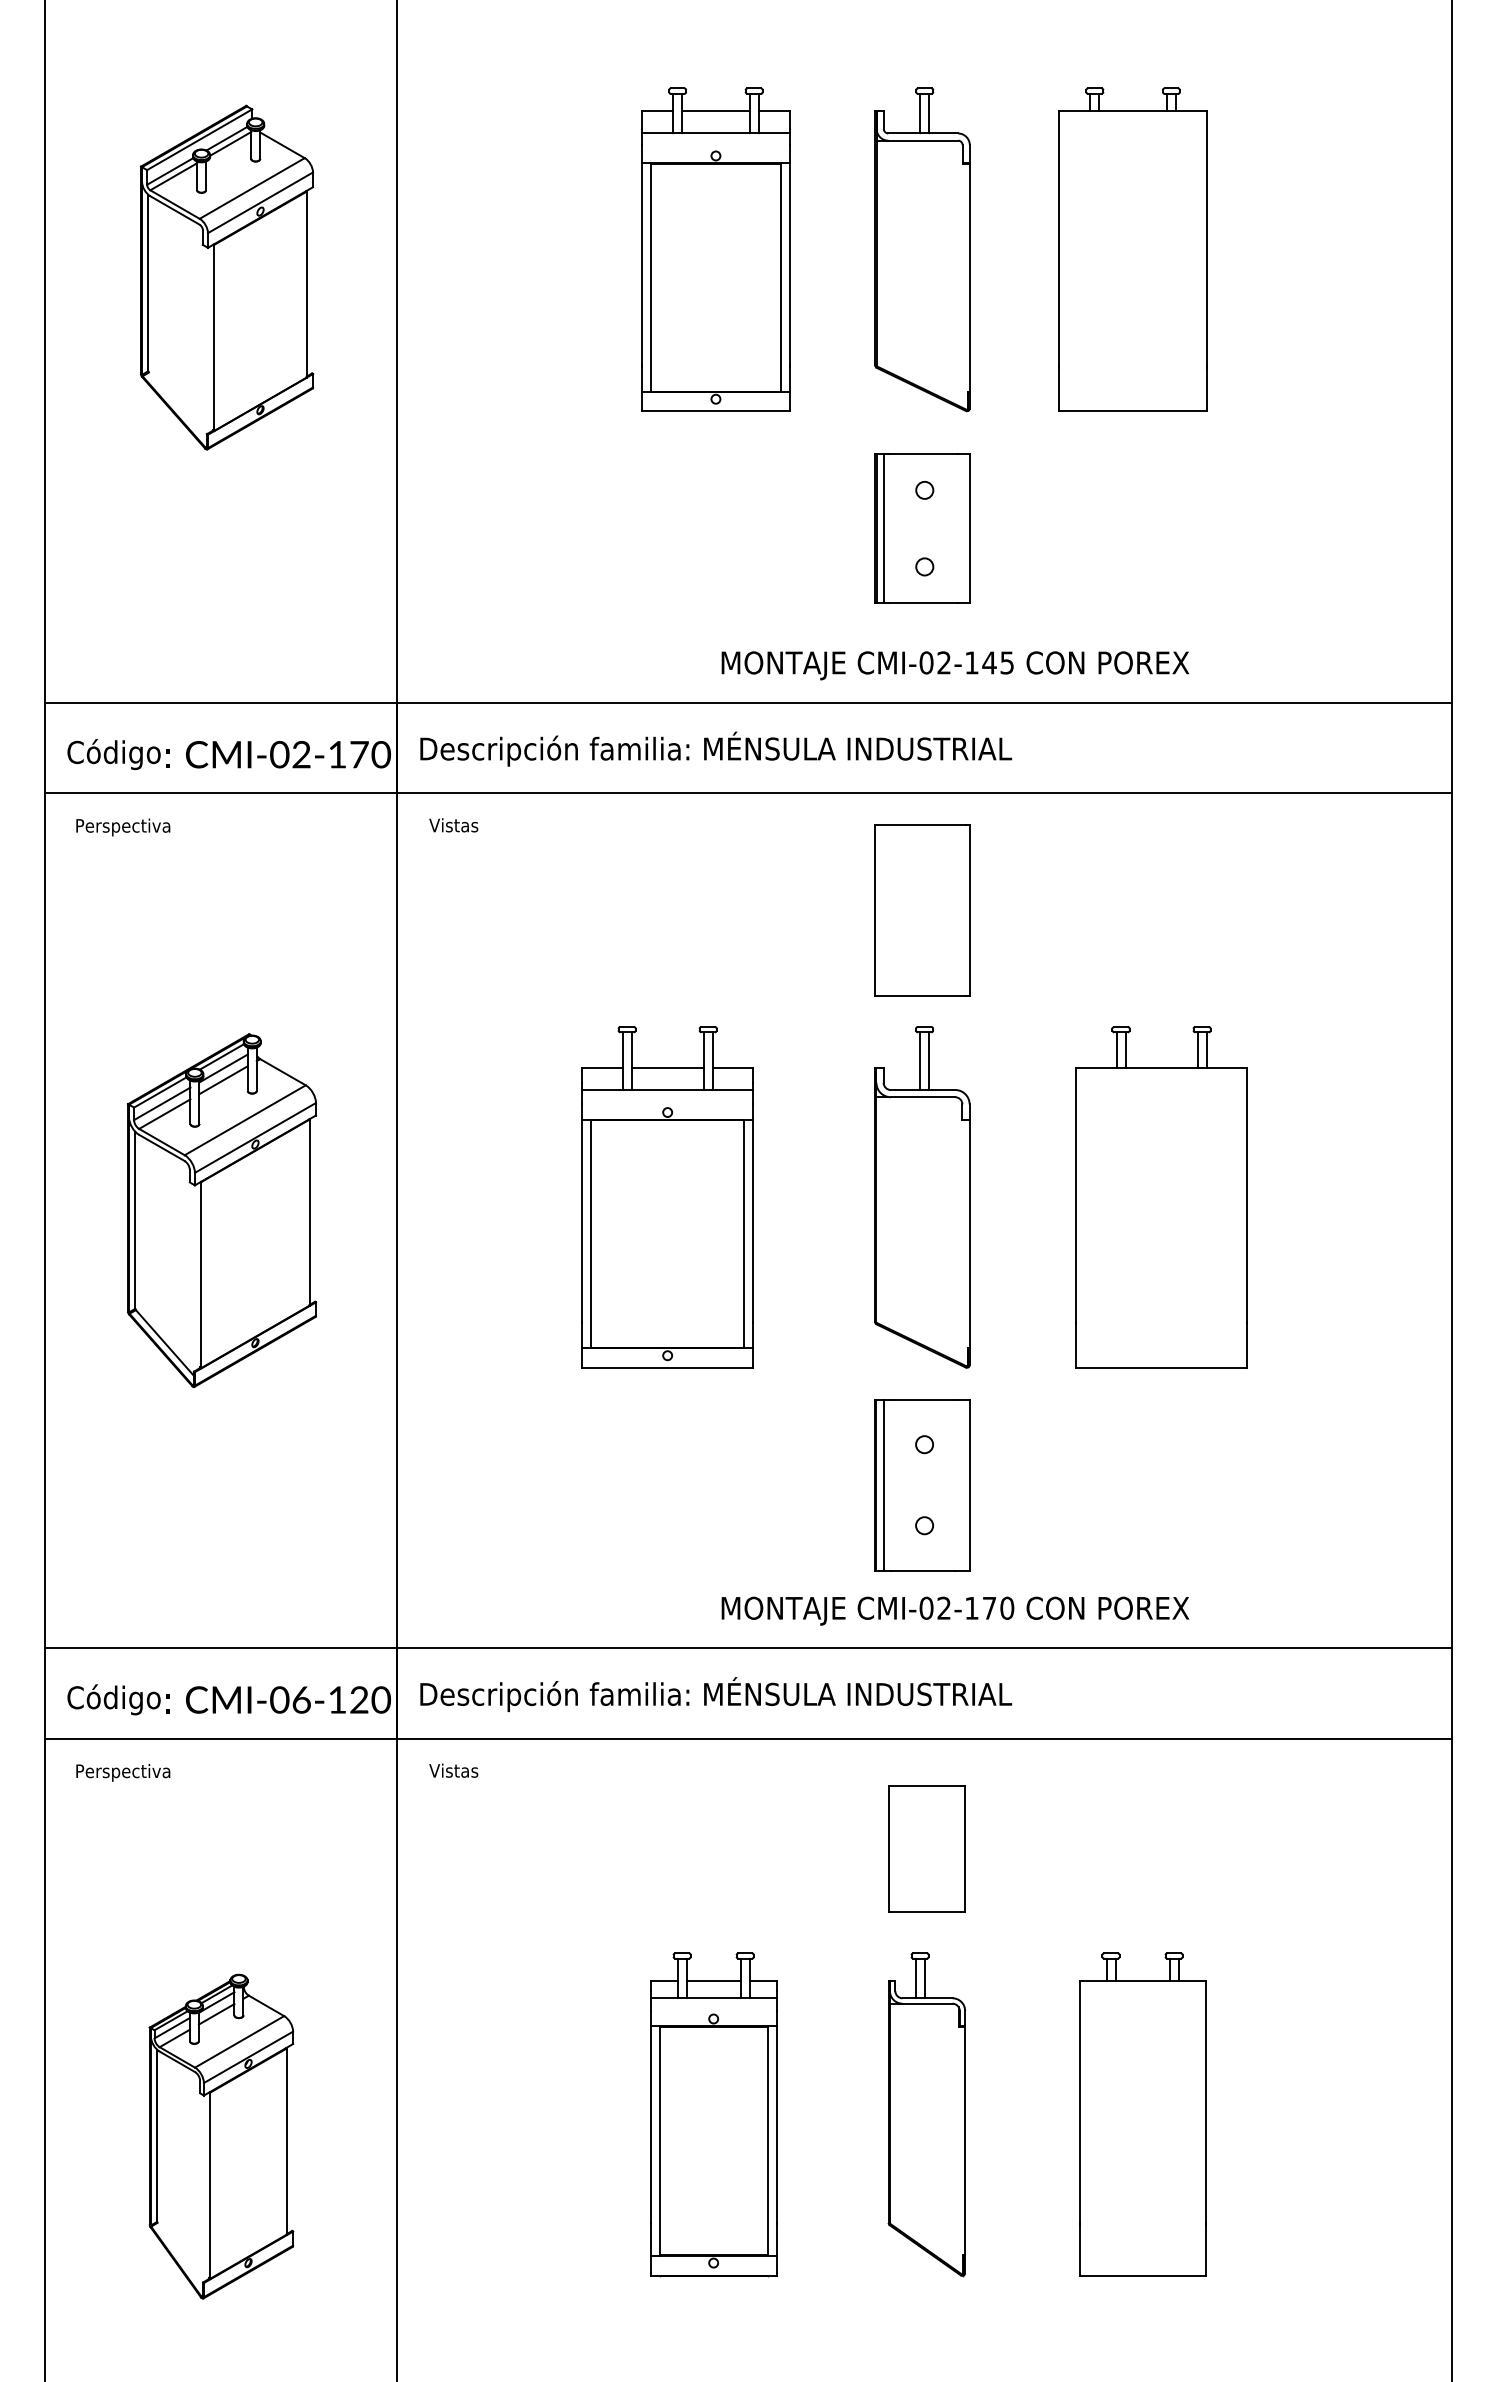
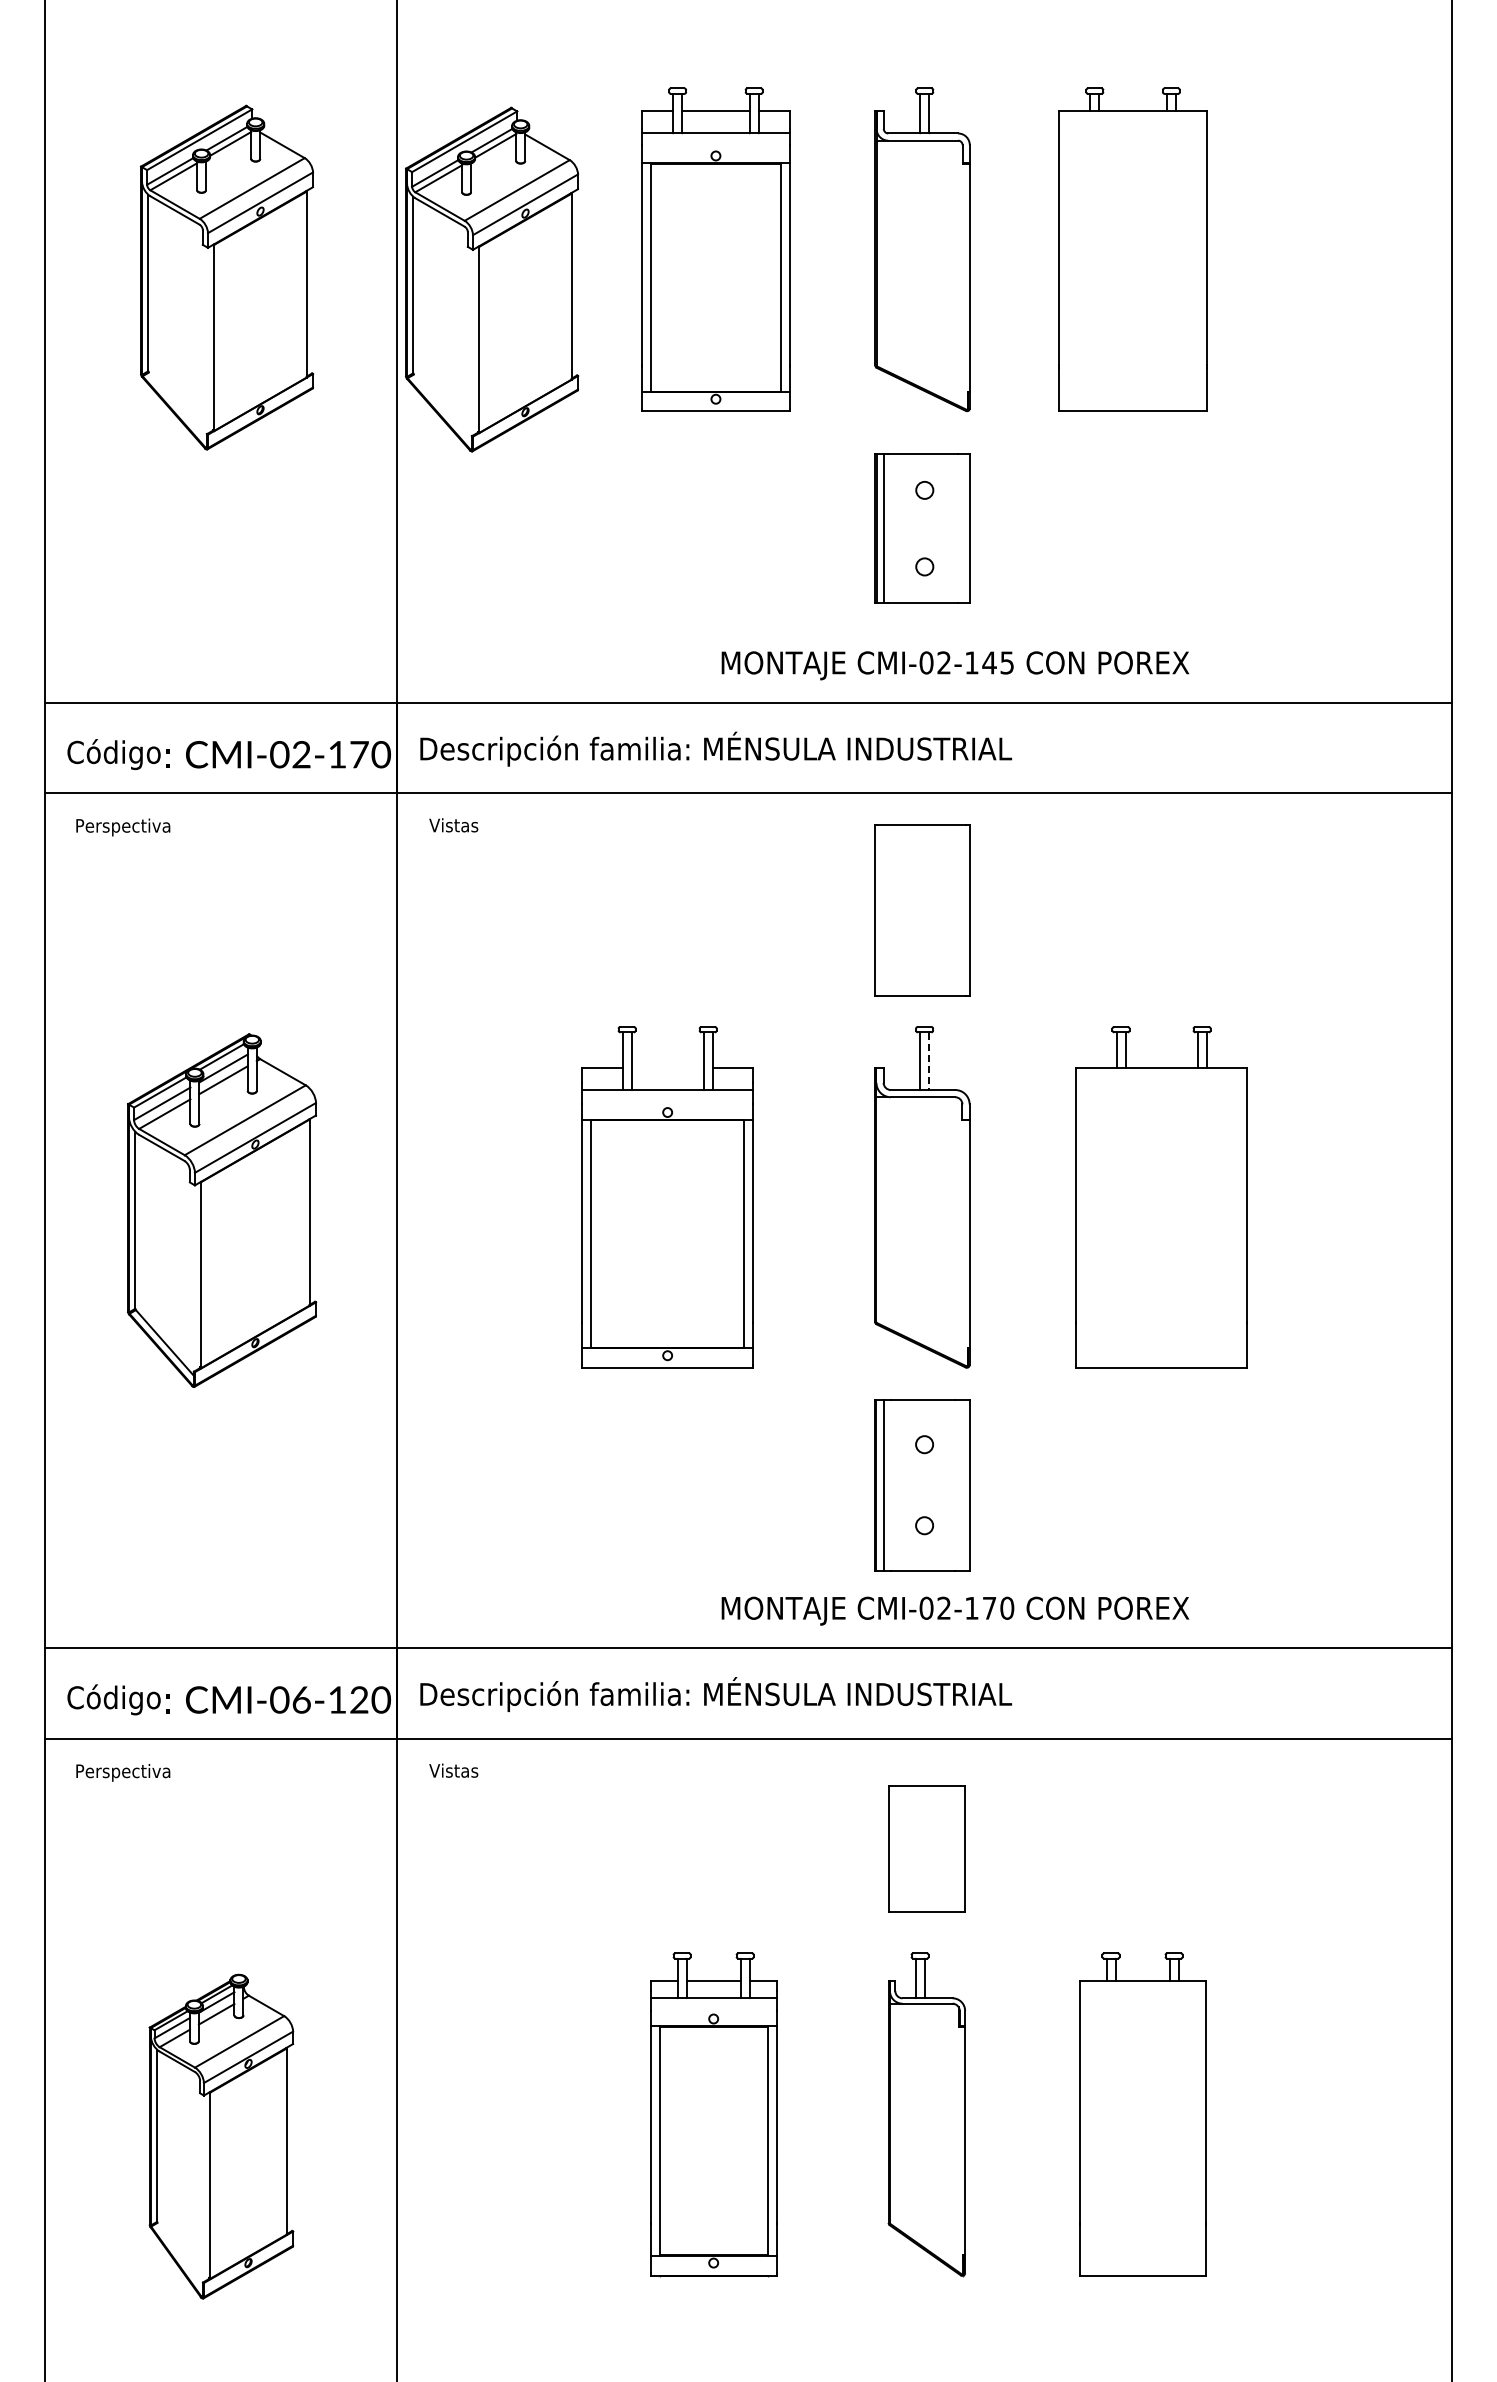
part at (492, 279): none -> present
line at (929, 1061): solid -> dashed
line at (667, 1067): present -> none
